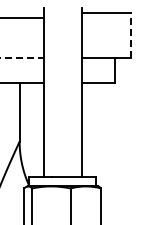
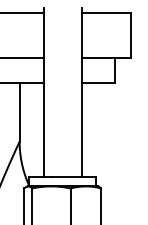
line at (22, 18) position: (22, 18) -> (22, 13)
line at (131, 35): dashed -> solid
line at (22, 57): dashed -> solid
